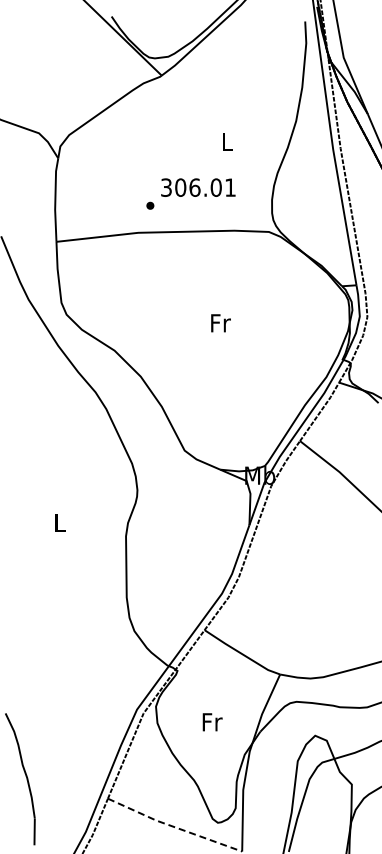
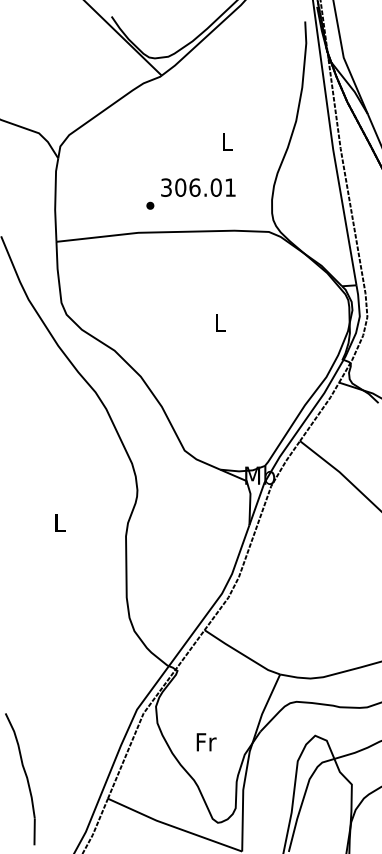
text at (220, 323): Fr -> L
text at (212, 722) position: (212, 722) -> (206, 742)
line at (174, 827): dashed -> solid
